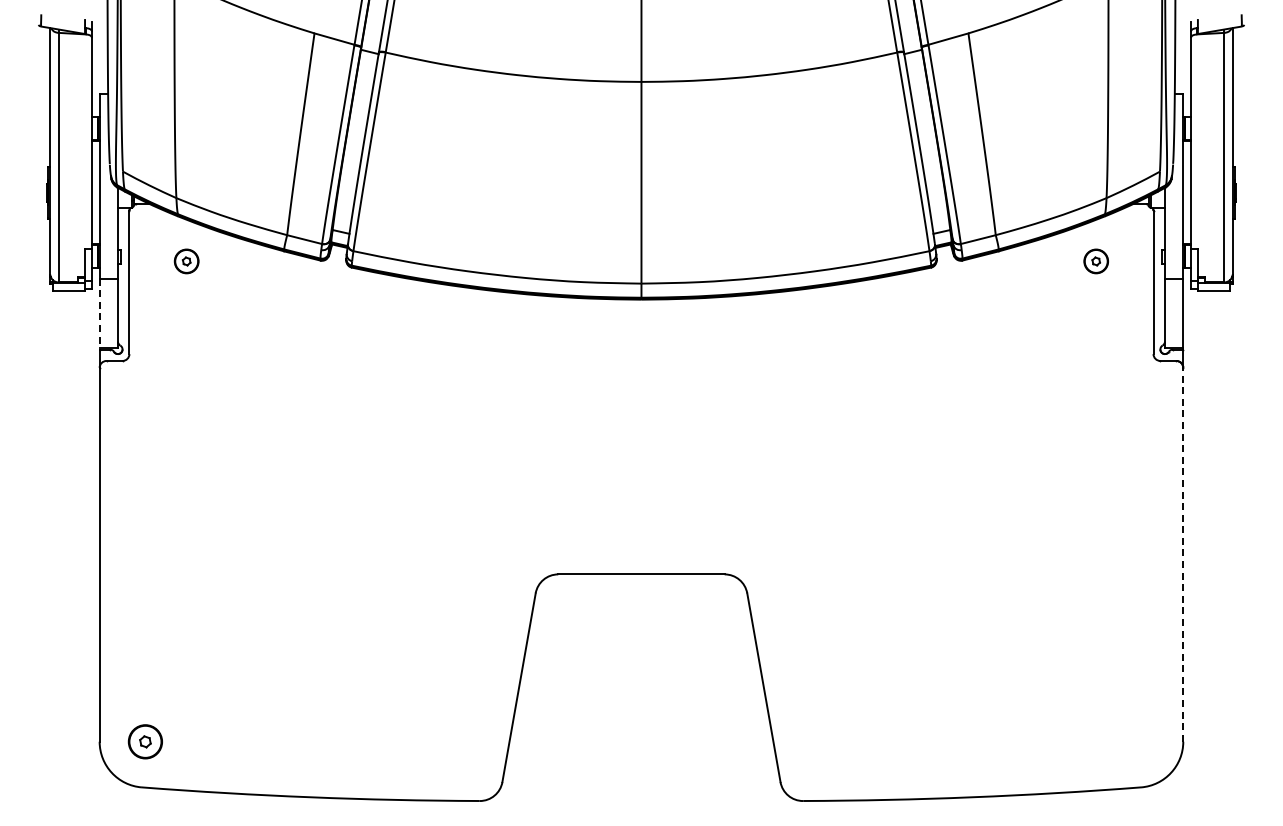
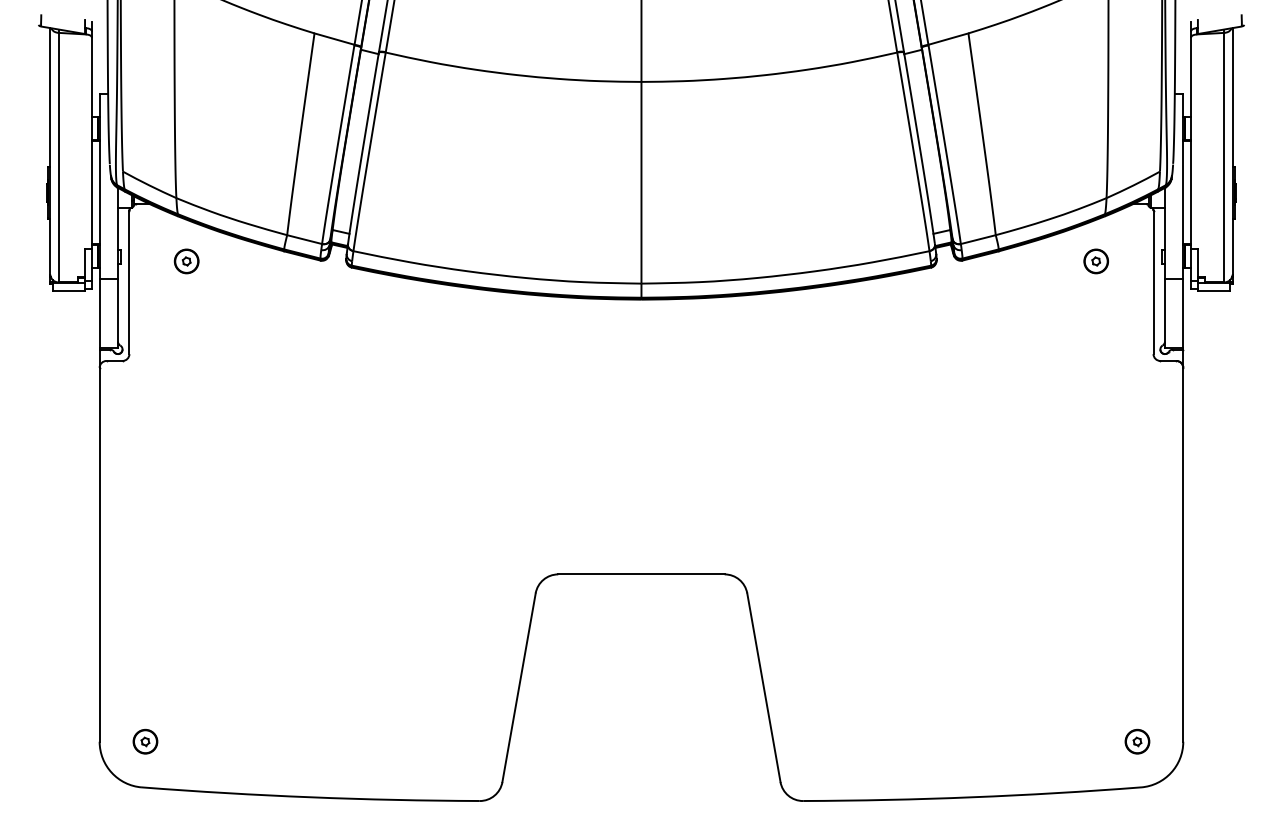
line at (99, 313): dashed -> solid
line at (1183, 554): dashed -> solid
part at (144, 741) size: 36x36 px -> 27x27 px
part at (1137, 741): none -> present
